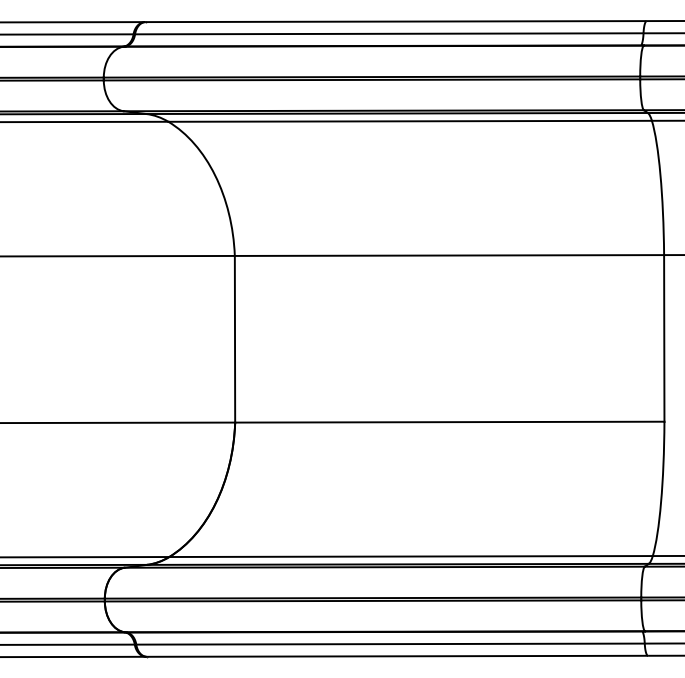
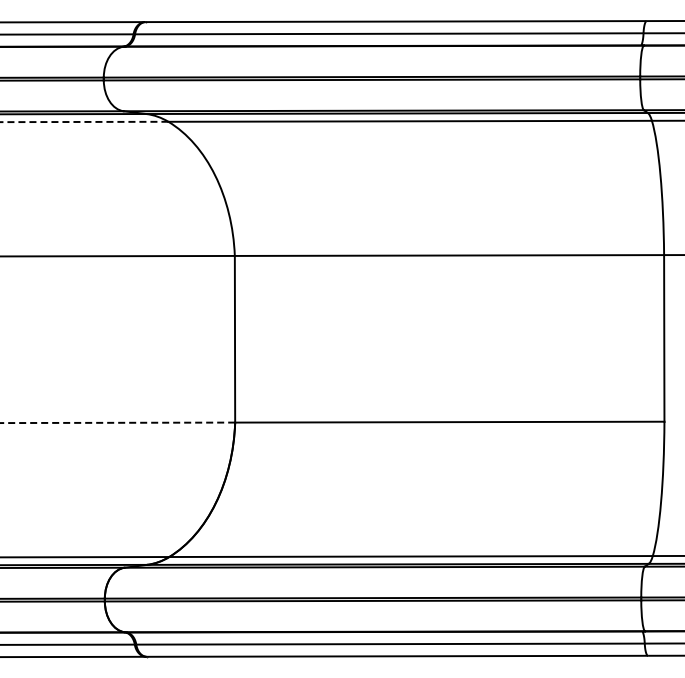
line at (84, 121): solid -> dashed
line at (117, 422): solid -> dashed
